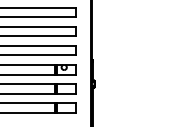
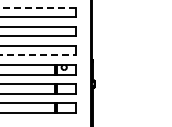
line at (38, 7): solid -> dashed
line at (38, 55): solid -> dashed
